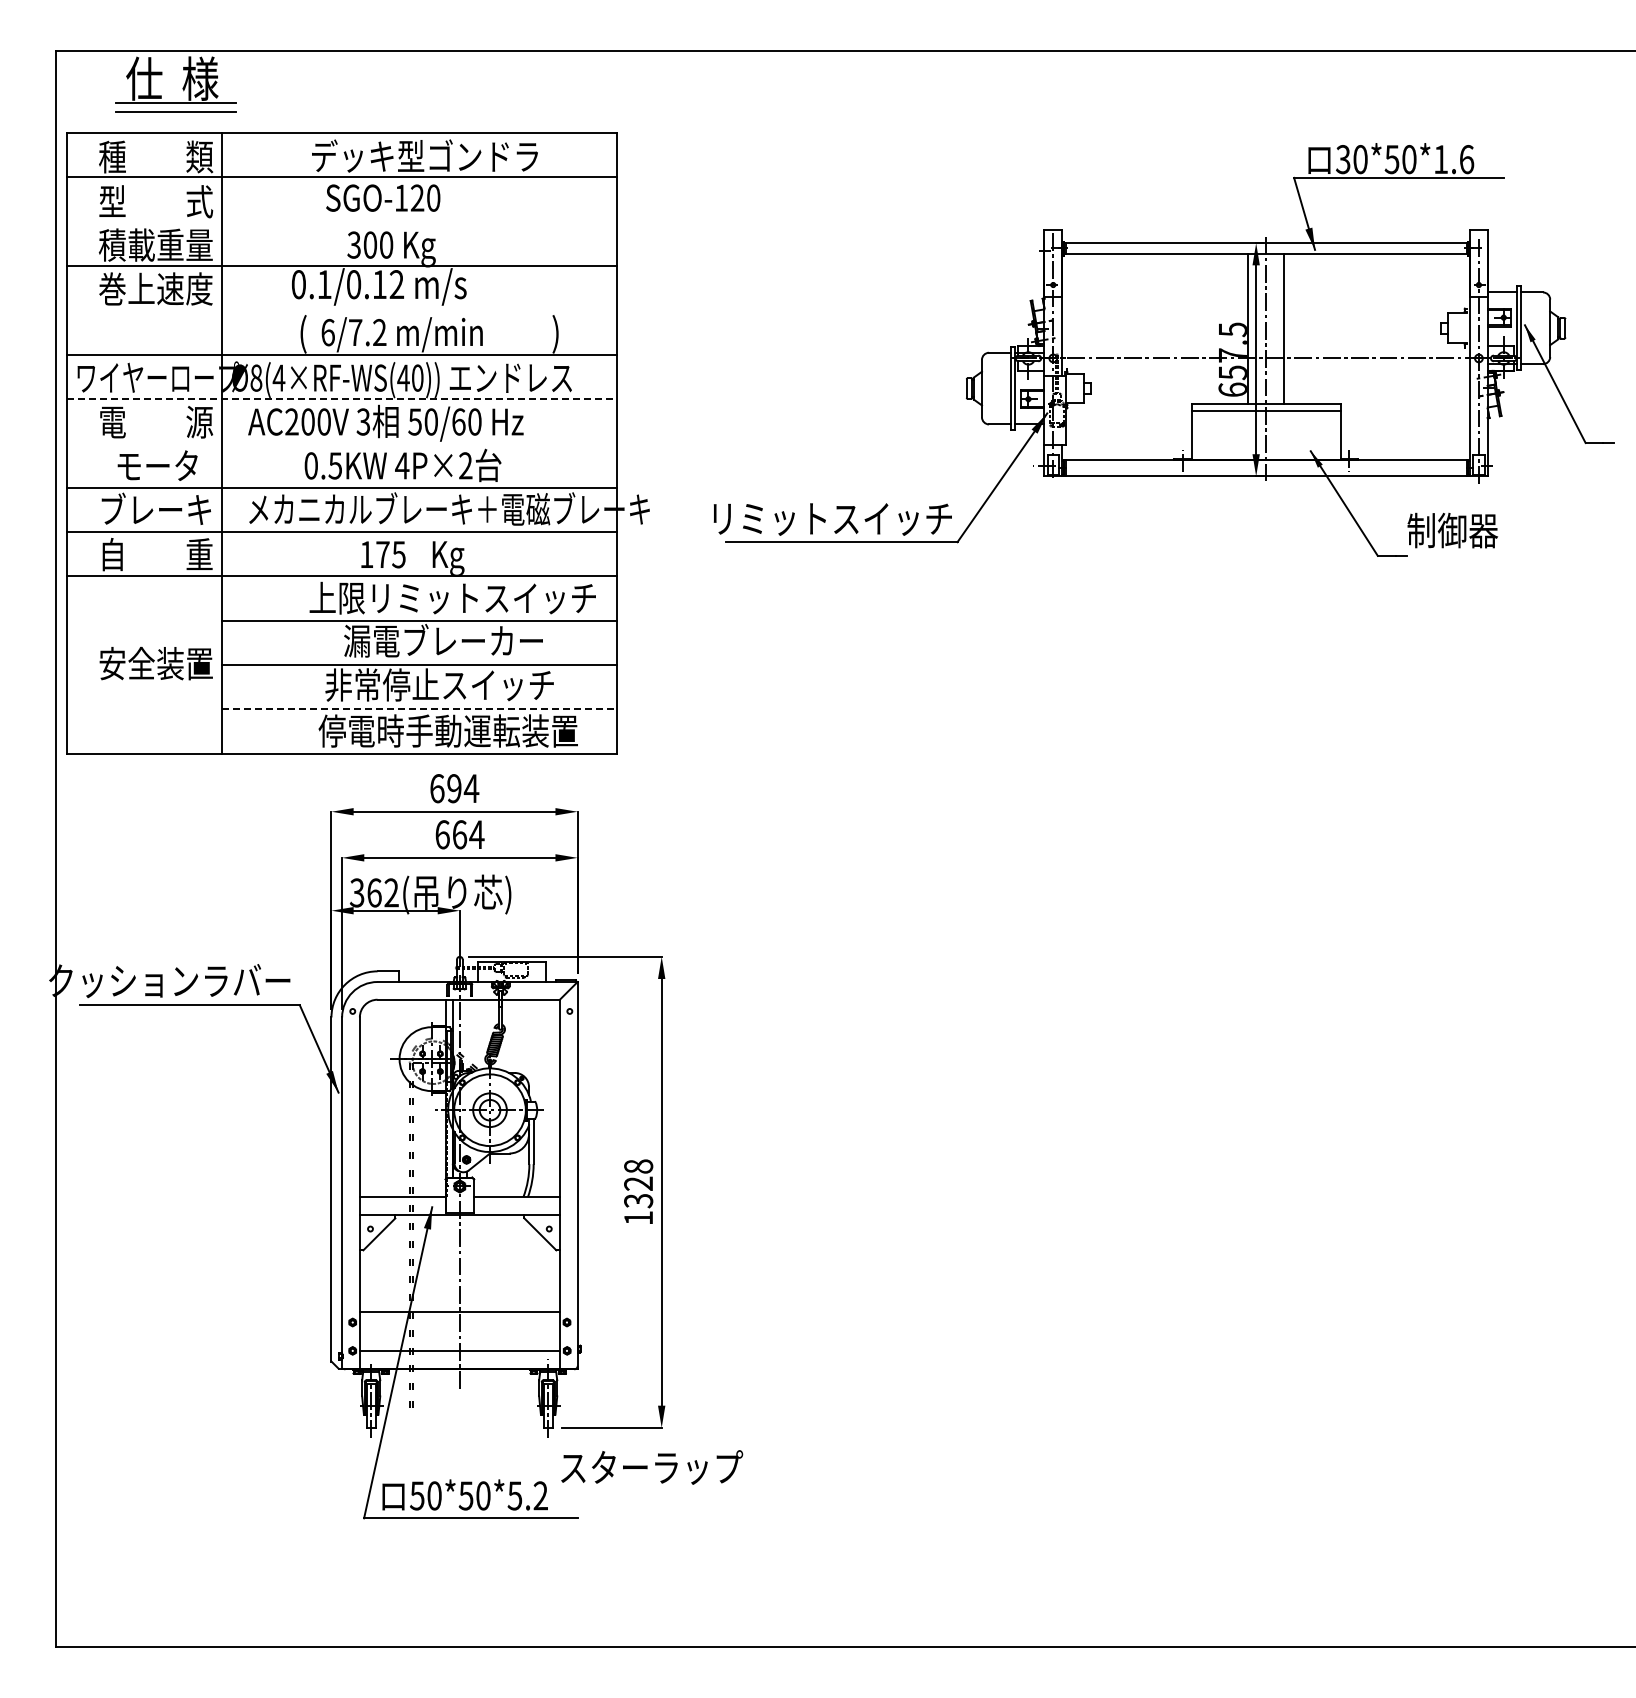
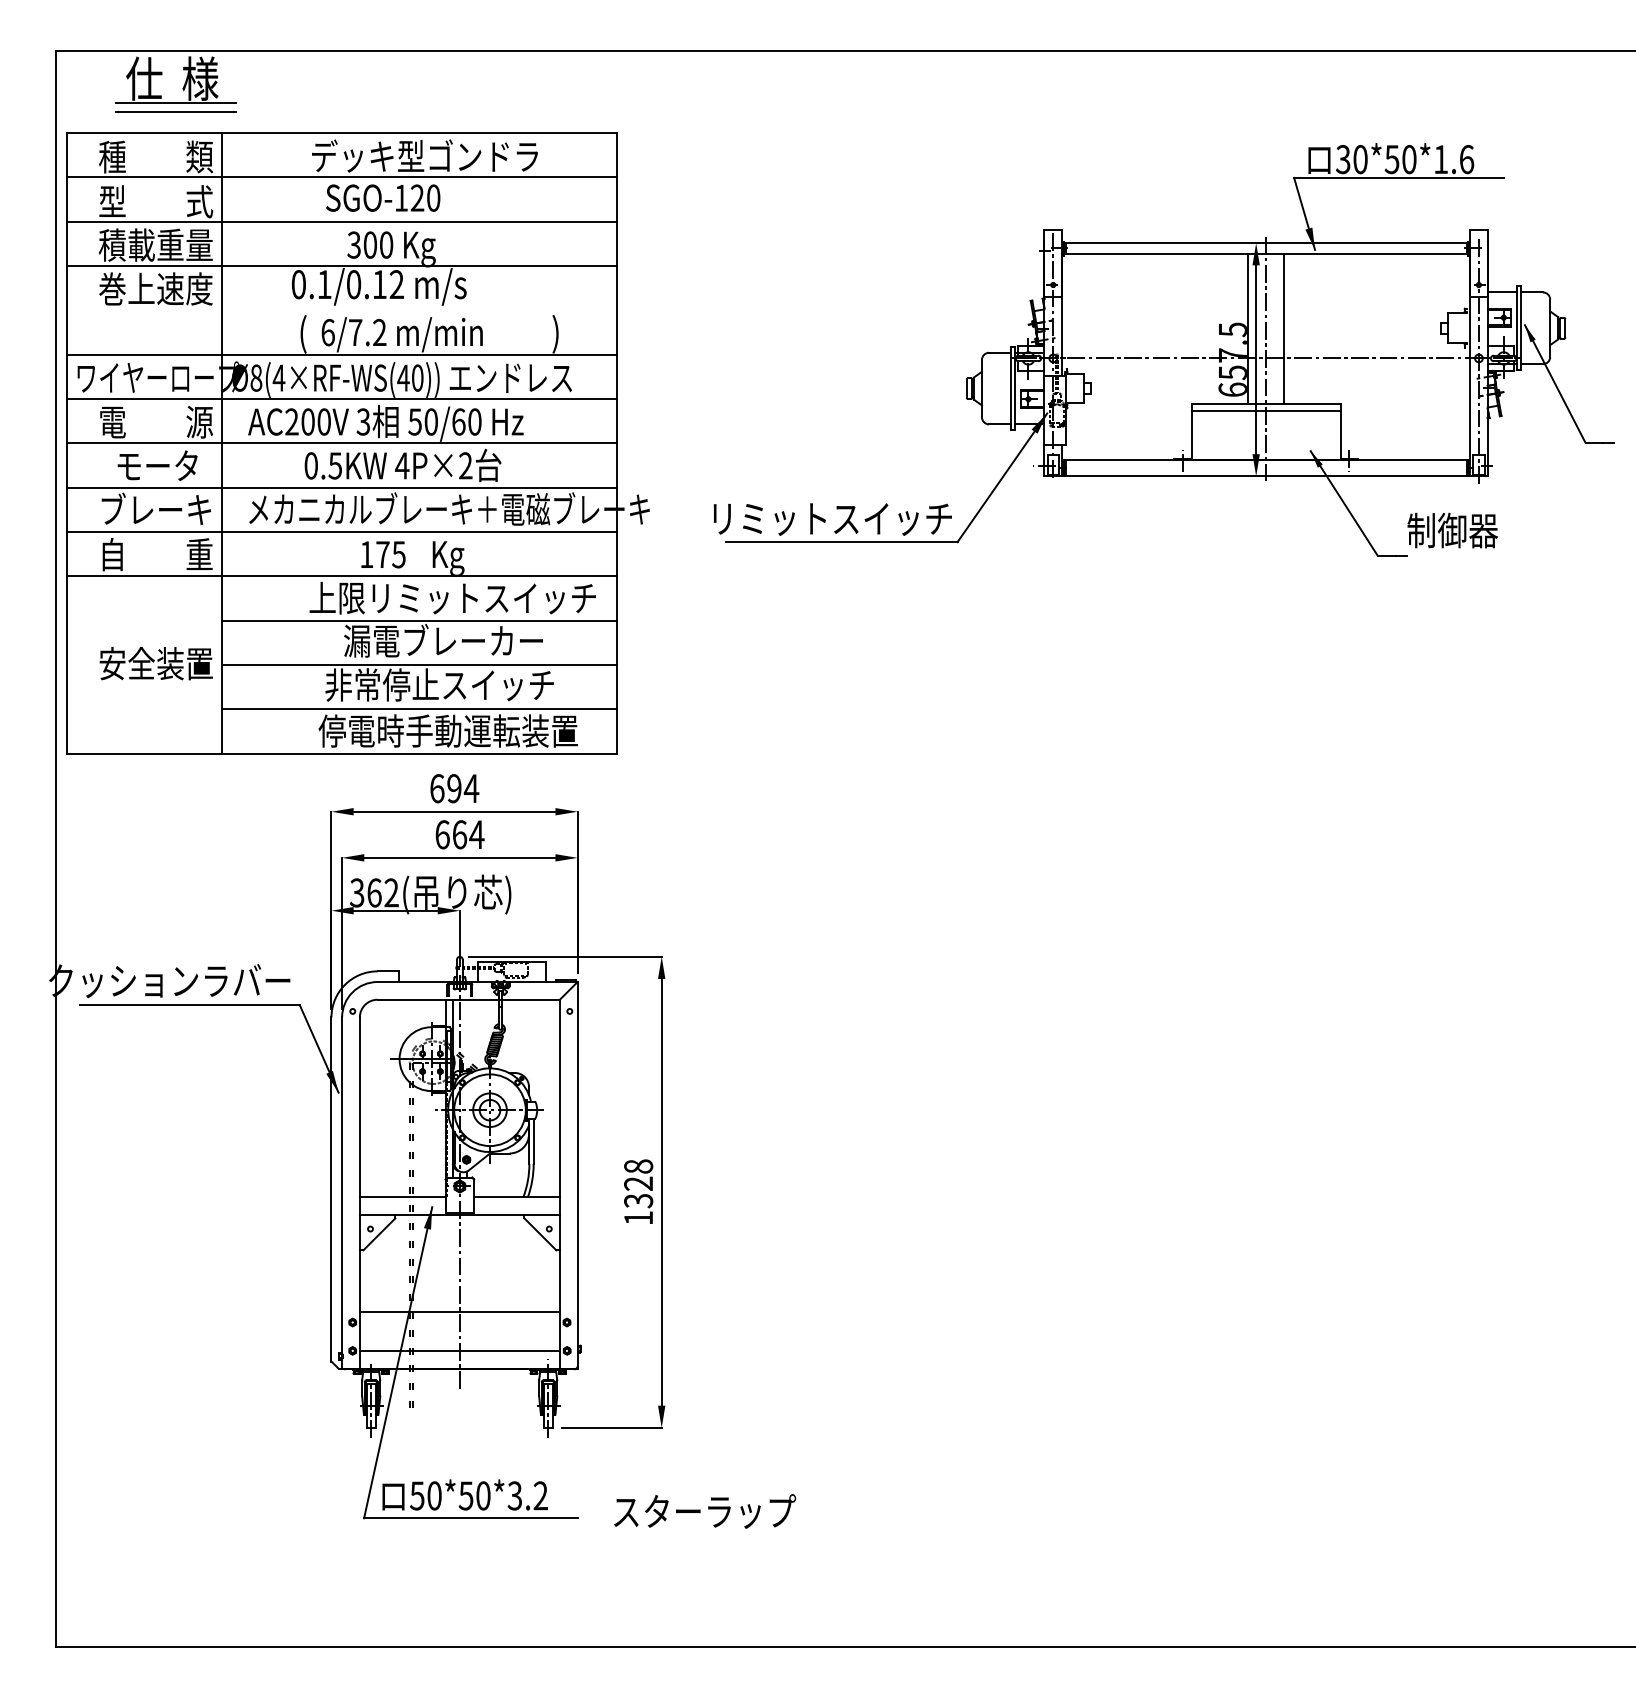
line at (341, 221): none -> present
line at (341, 398): dashed -> solid
line at (341, 443): none -> present
line at (419, 709): dashed -> solid
text at (652, 1467) position: (652, 1467) -> (705, 1511)
text at (515, 1495): 50*50*5.2 -> 50*50*3.2
